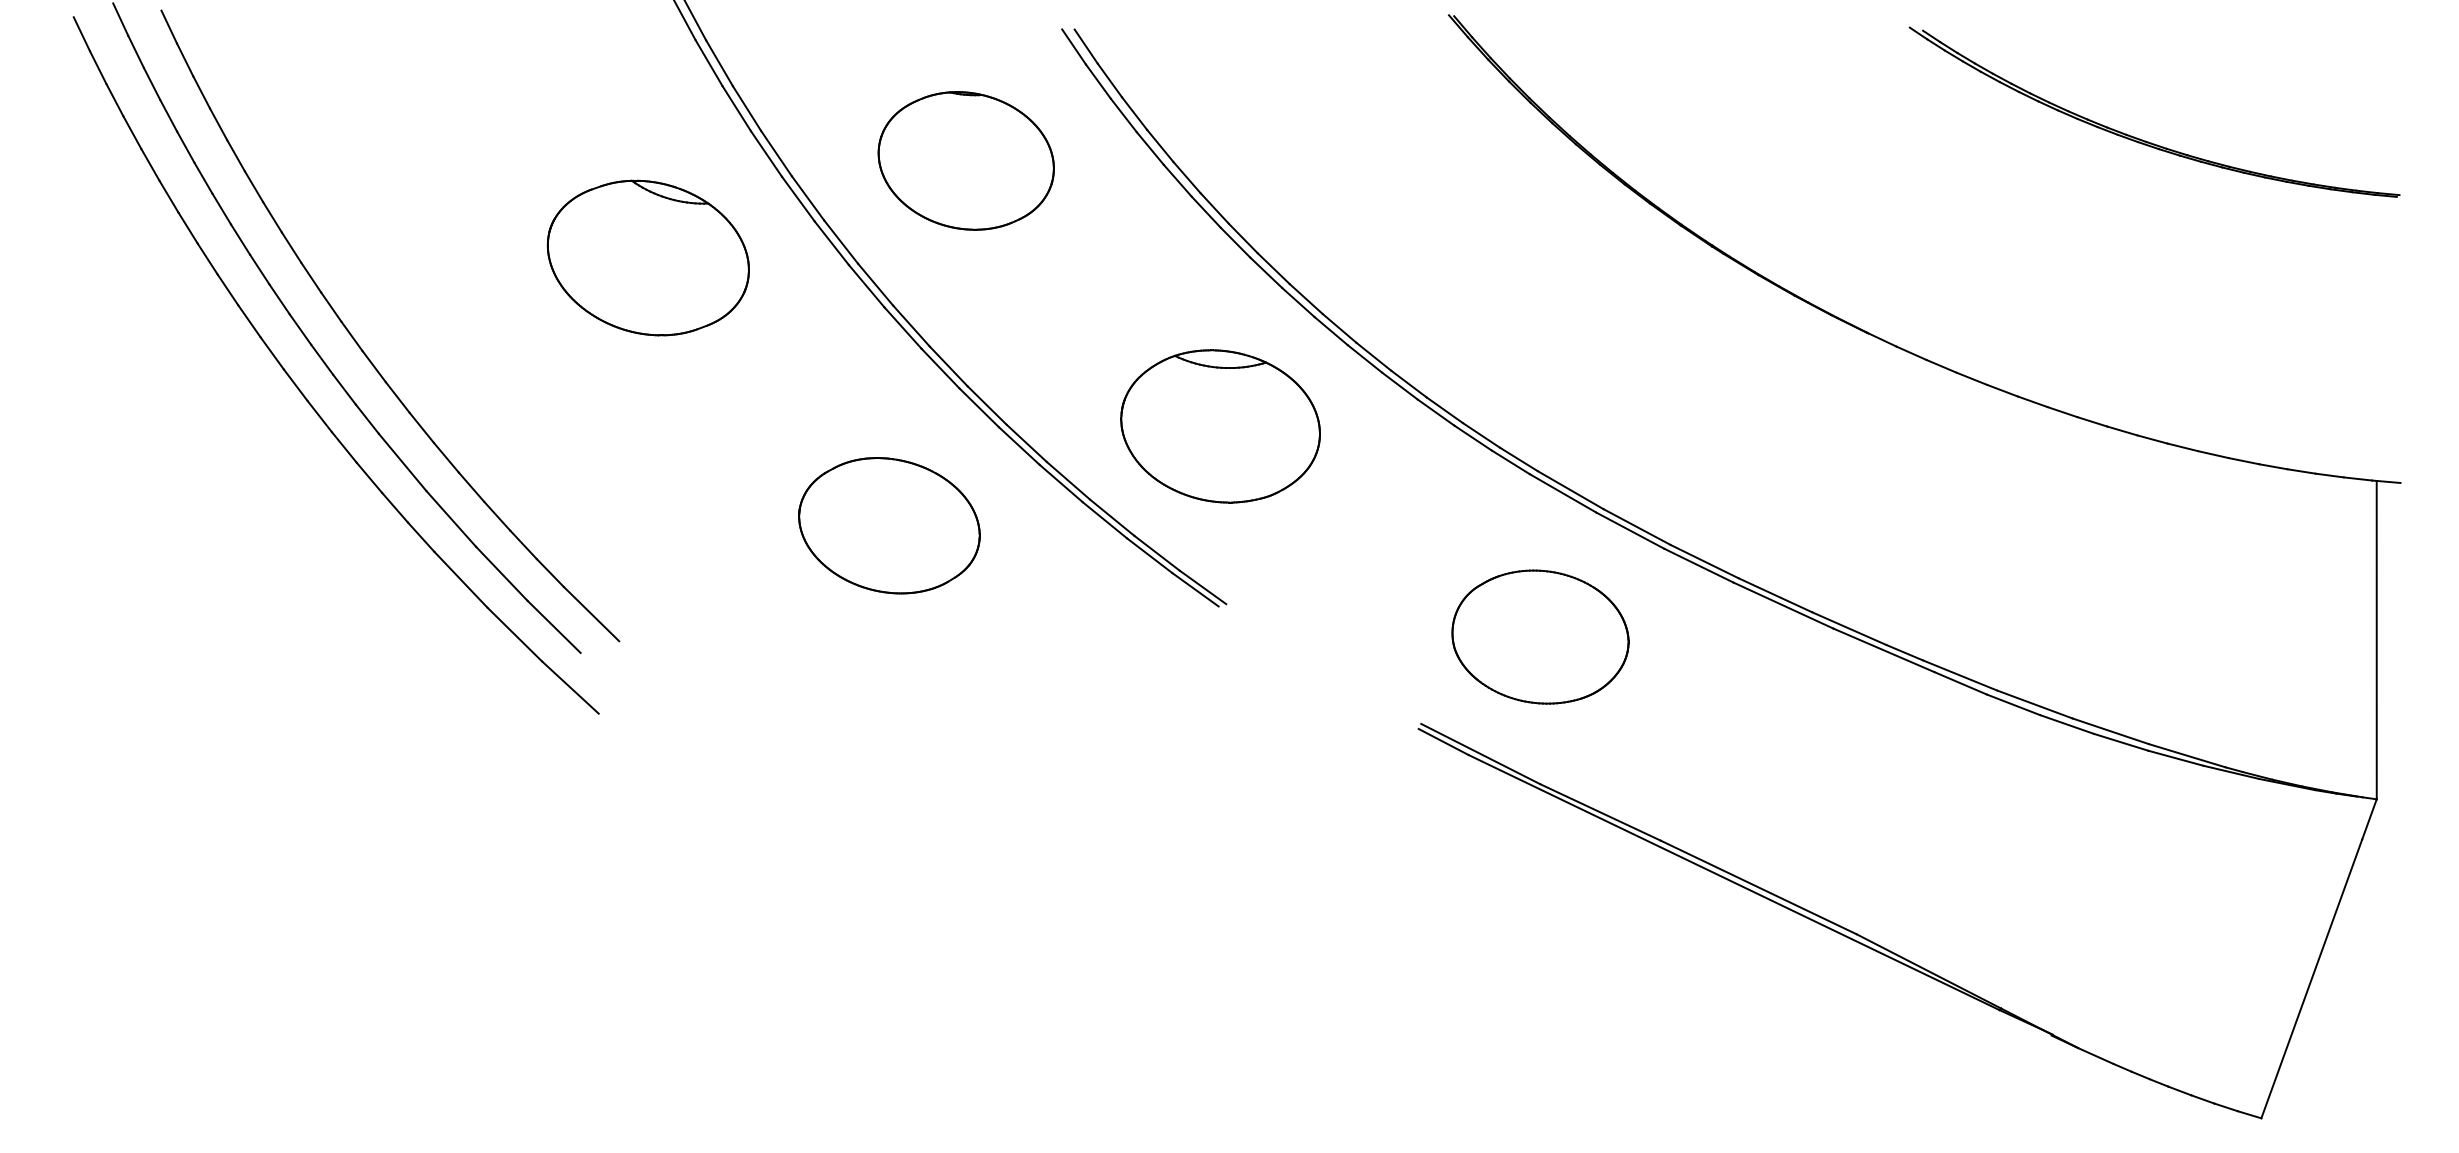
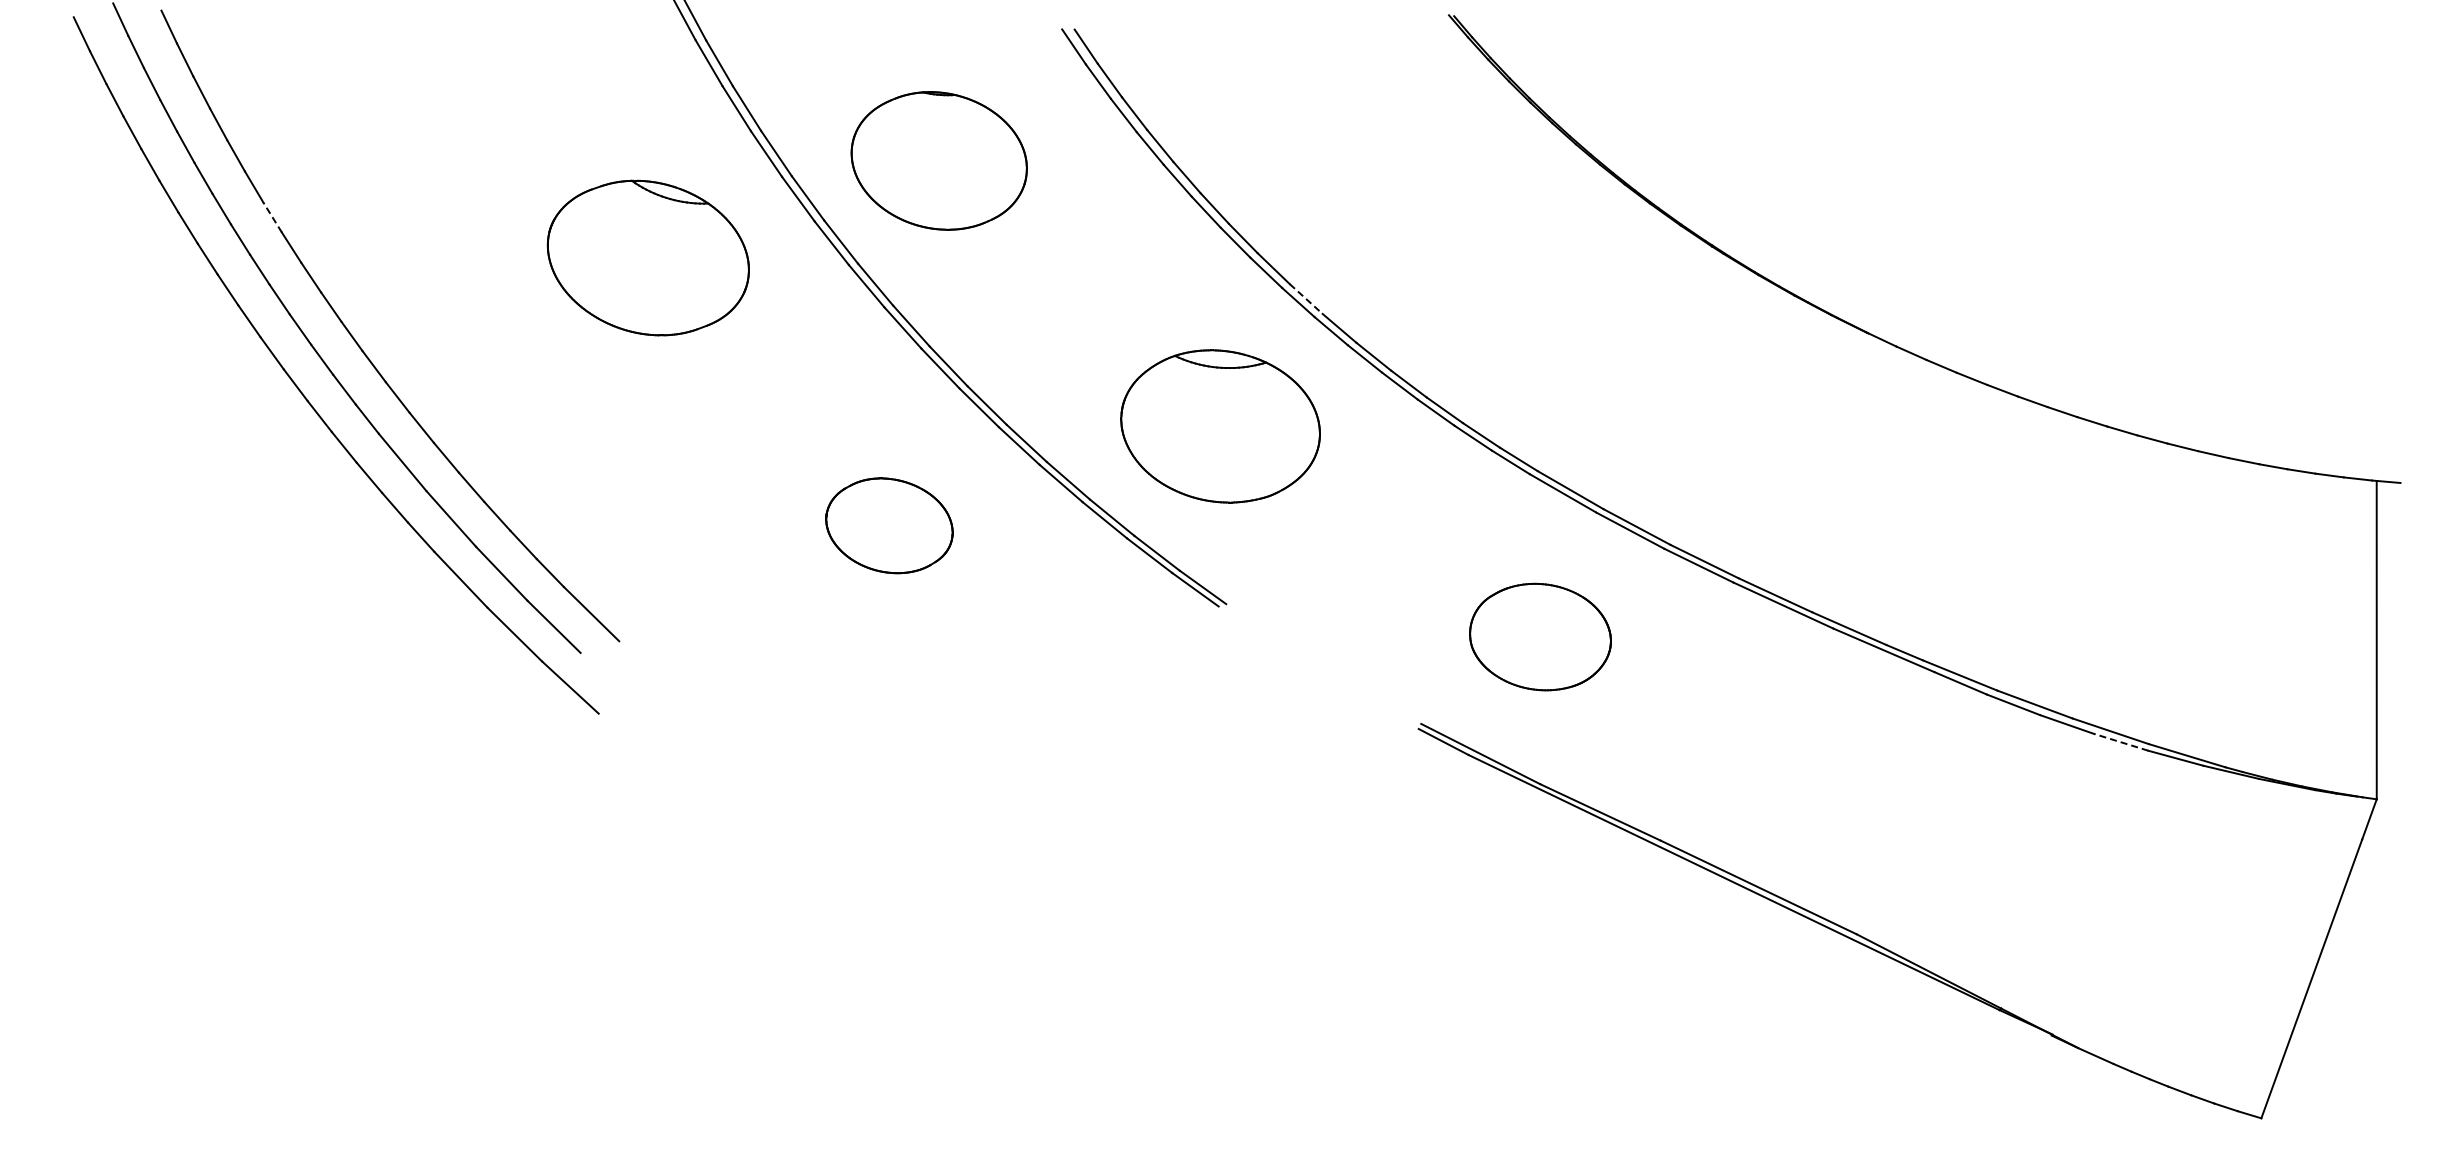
part at (2145, 140): present -> none
part at (965, 160) position: (965, 160) -> (938, 160)
line at (272, 217): solid -> dashed
line at (1306, 299): solid -> dashed
part at (889, 525) size: 183x138 px -> 129x98 px
part at (1540, 636) size: 179x136 px -> 143x110 px
line at (2121, 742): solid -> dashed
